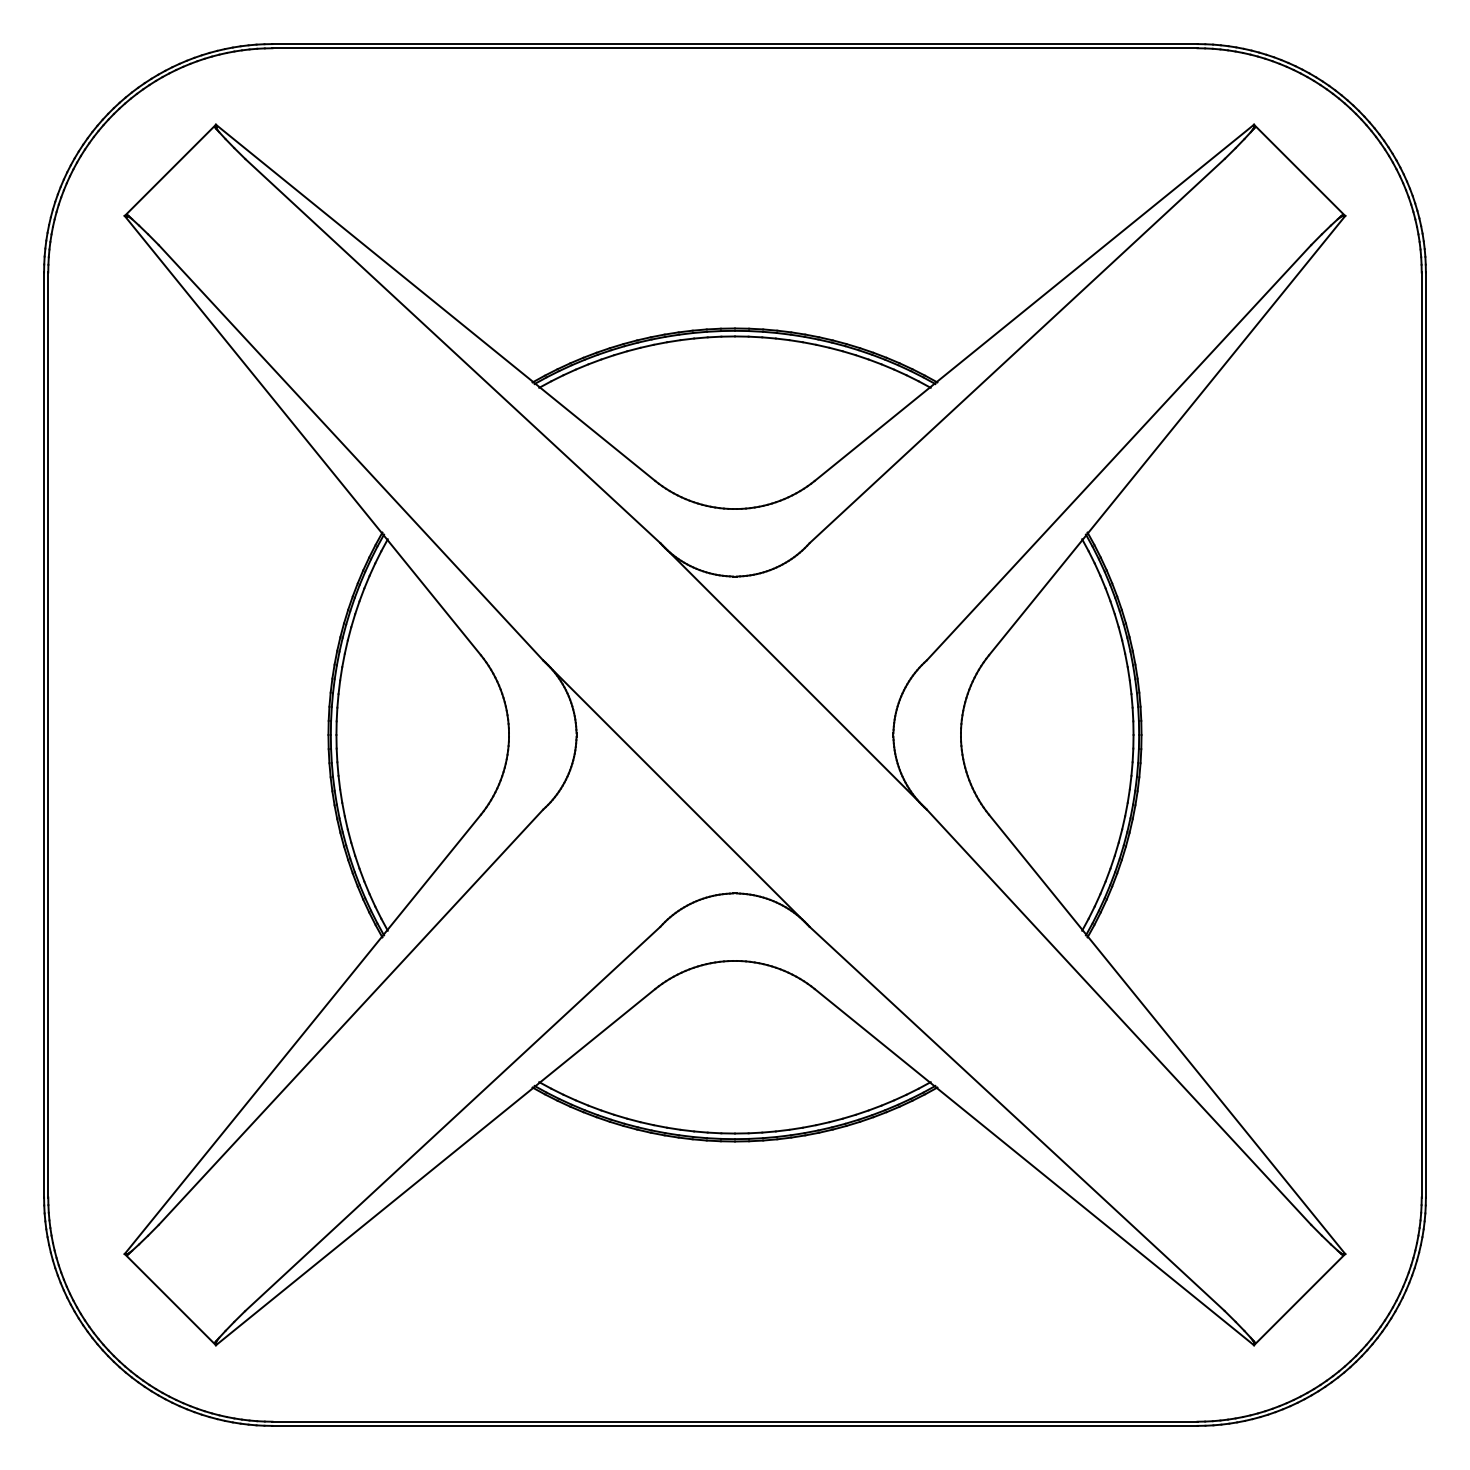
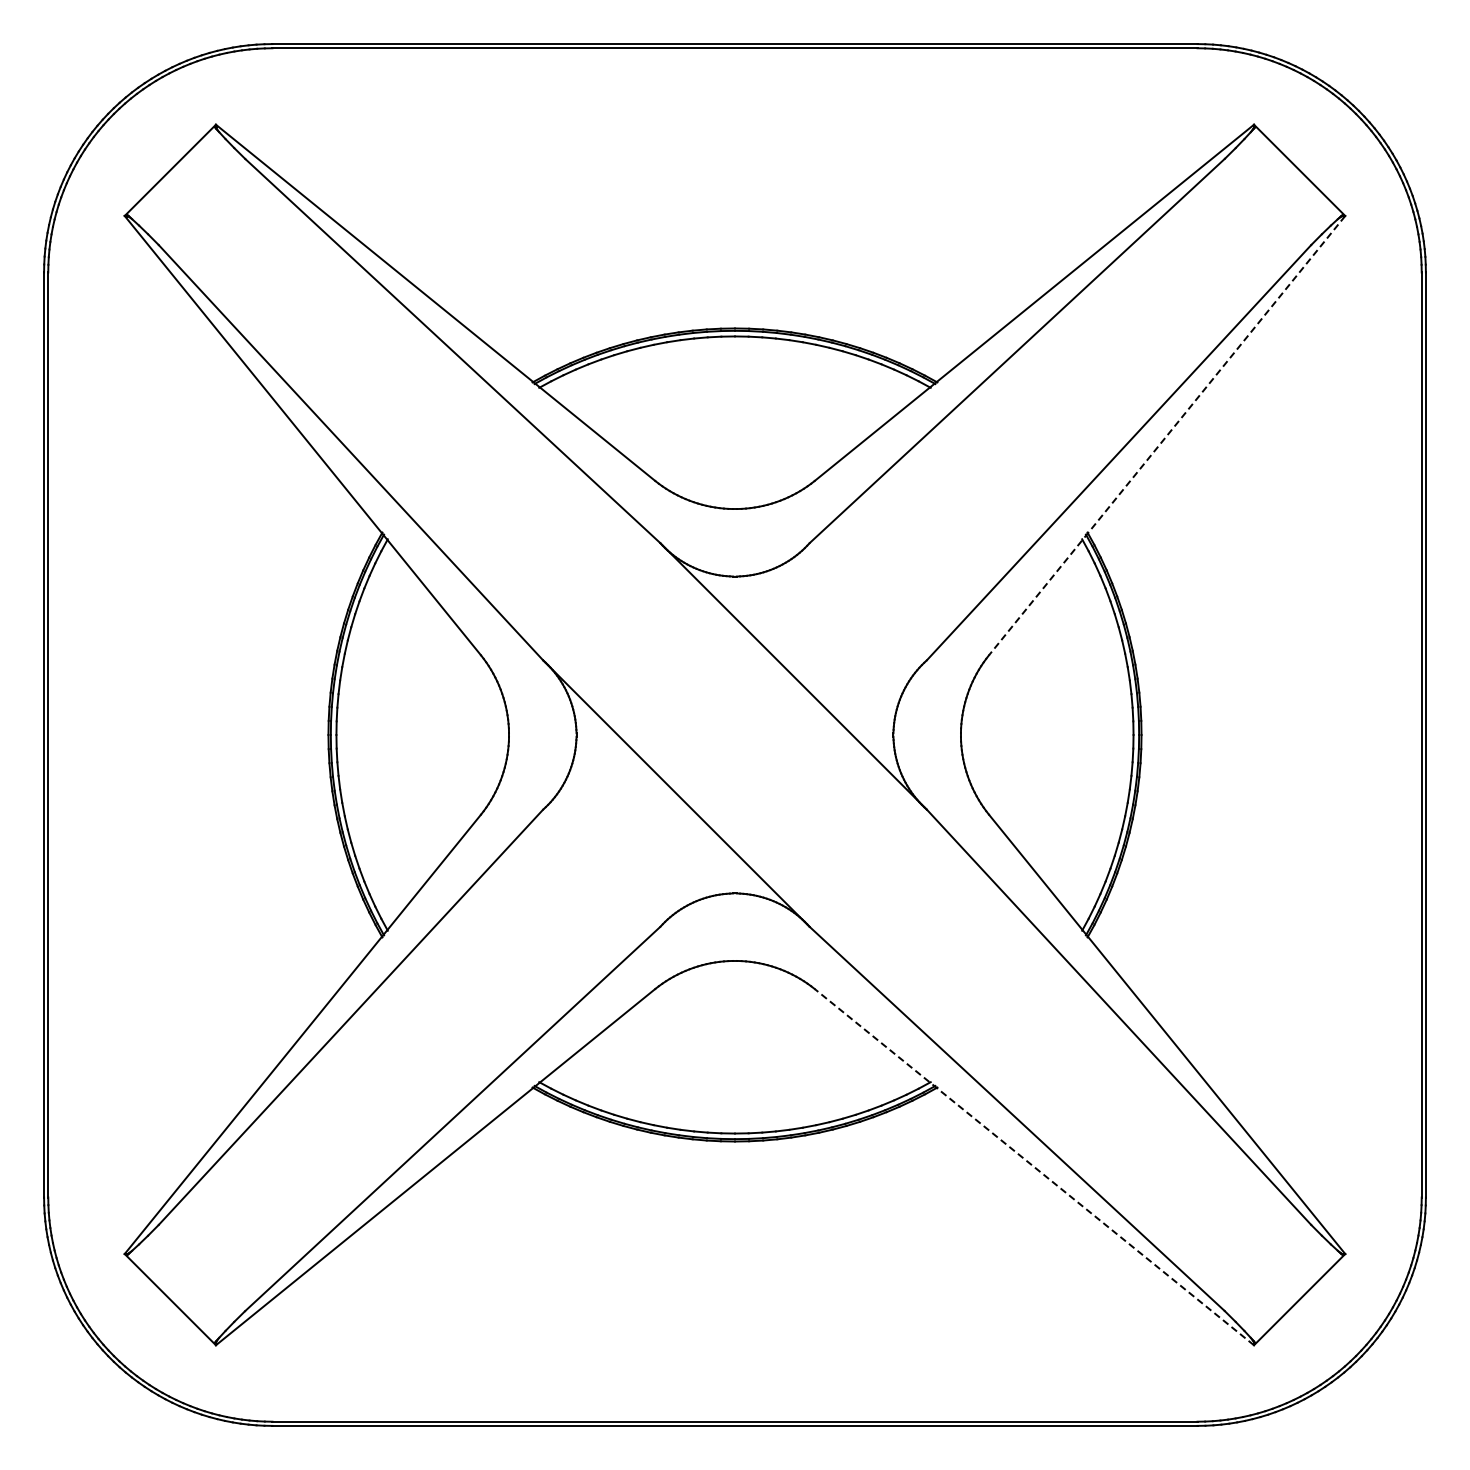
line at (1167, 435): solid -> dashed
line at (1034, 1167): solid -> dashed
